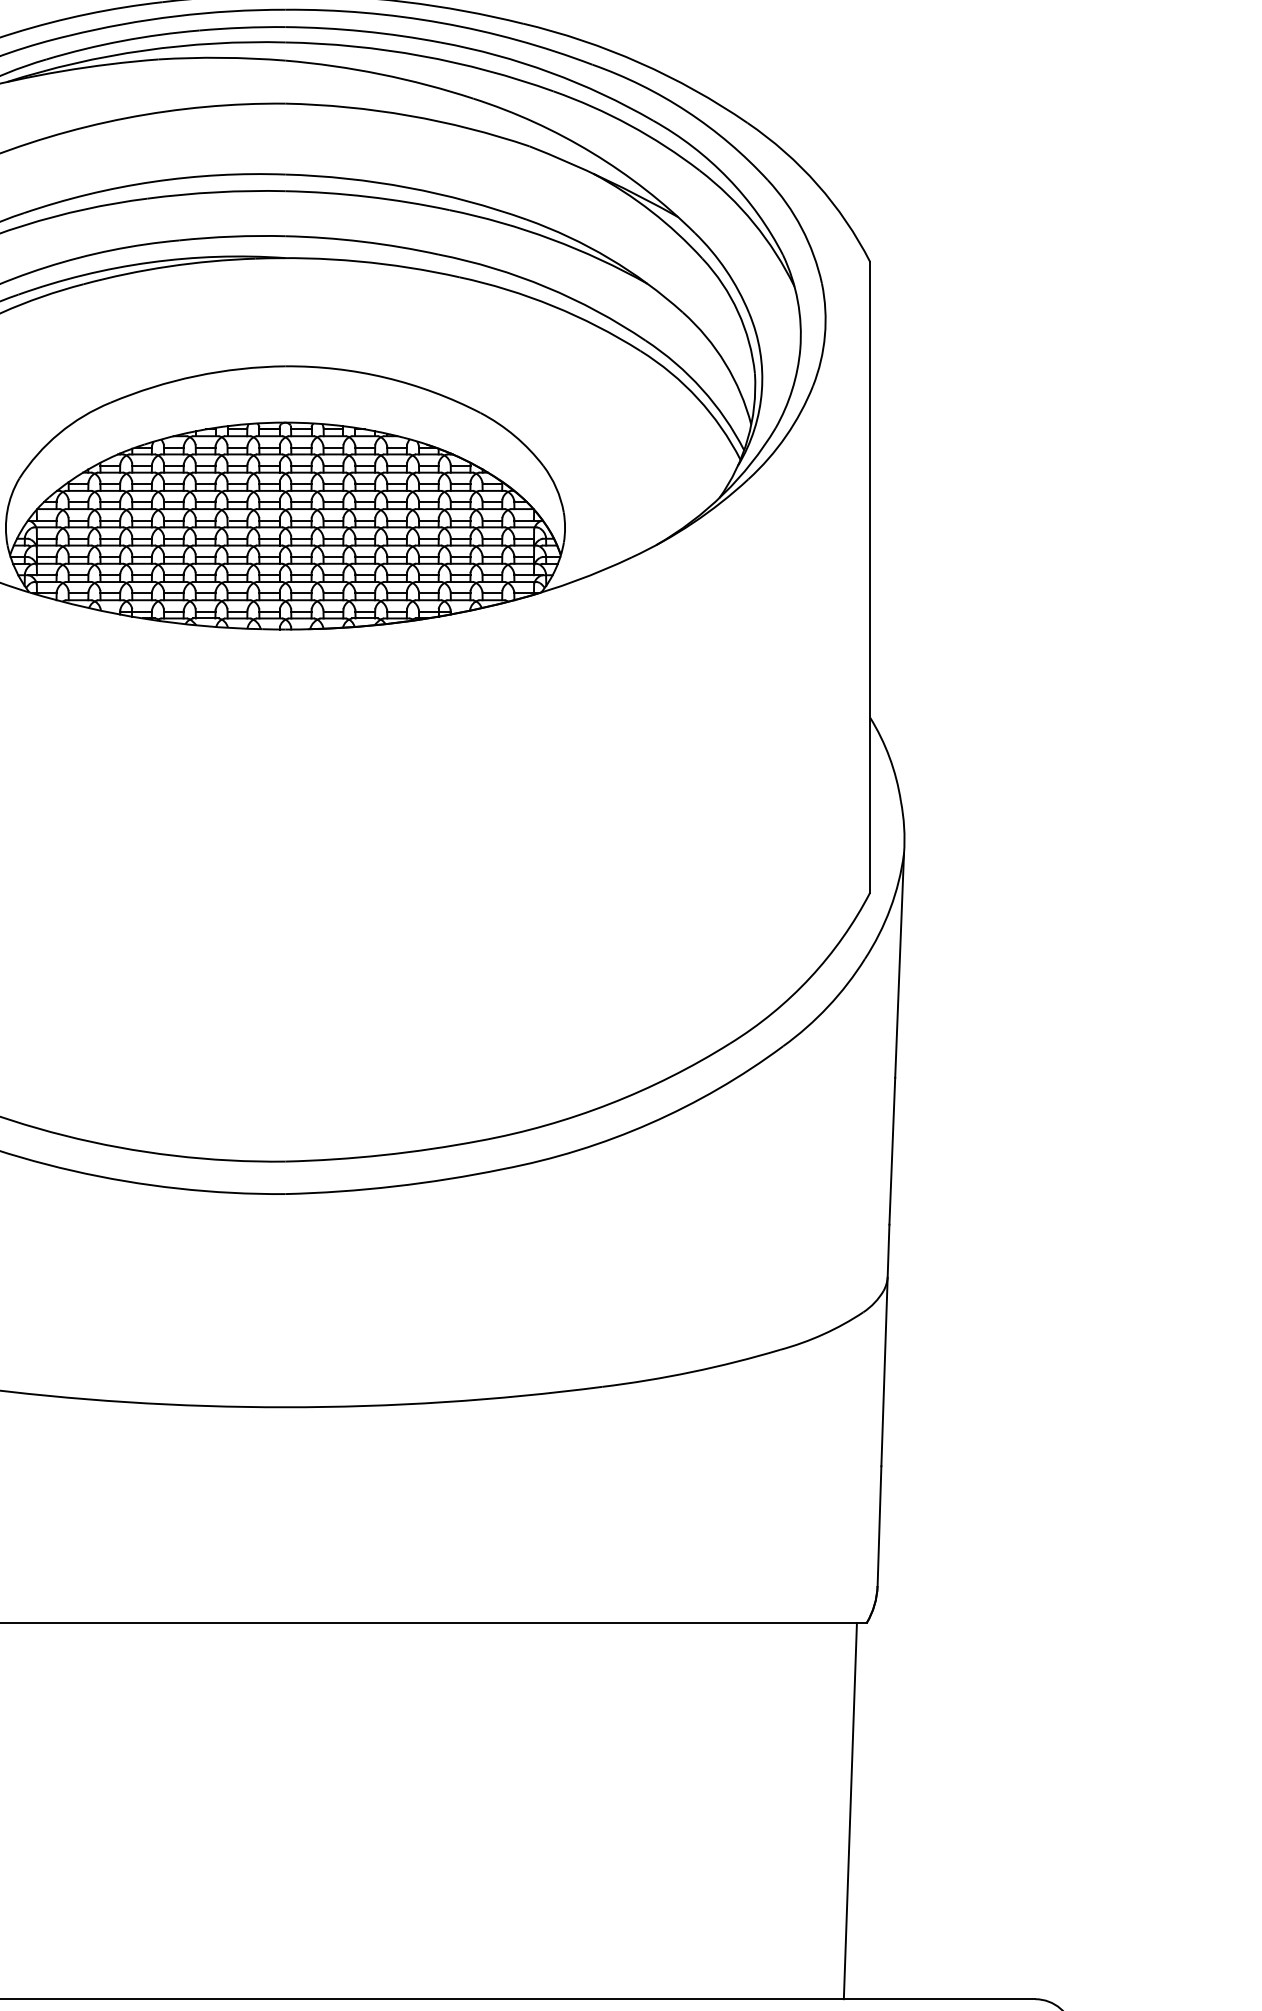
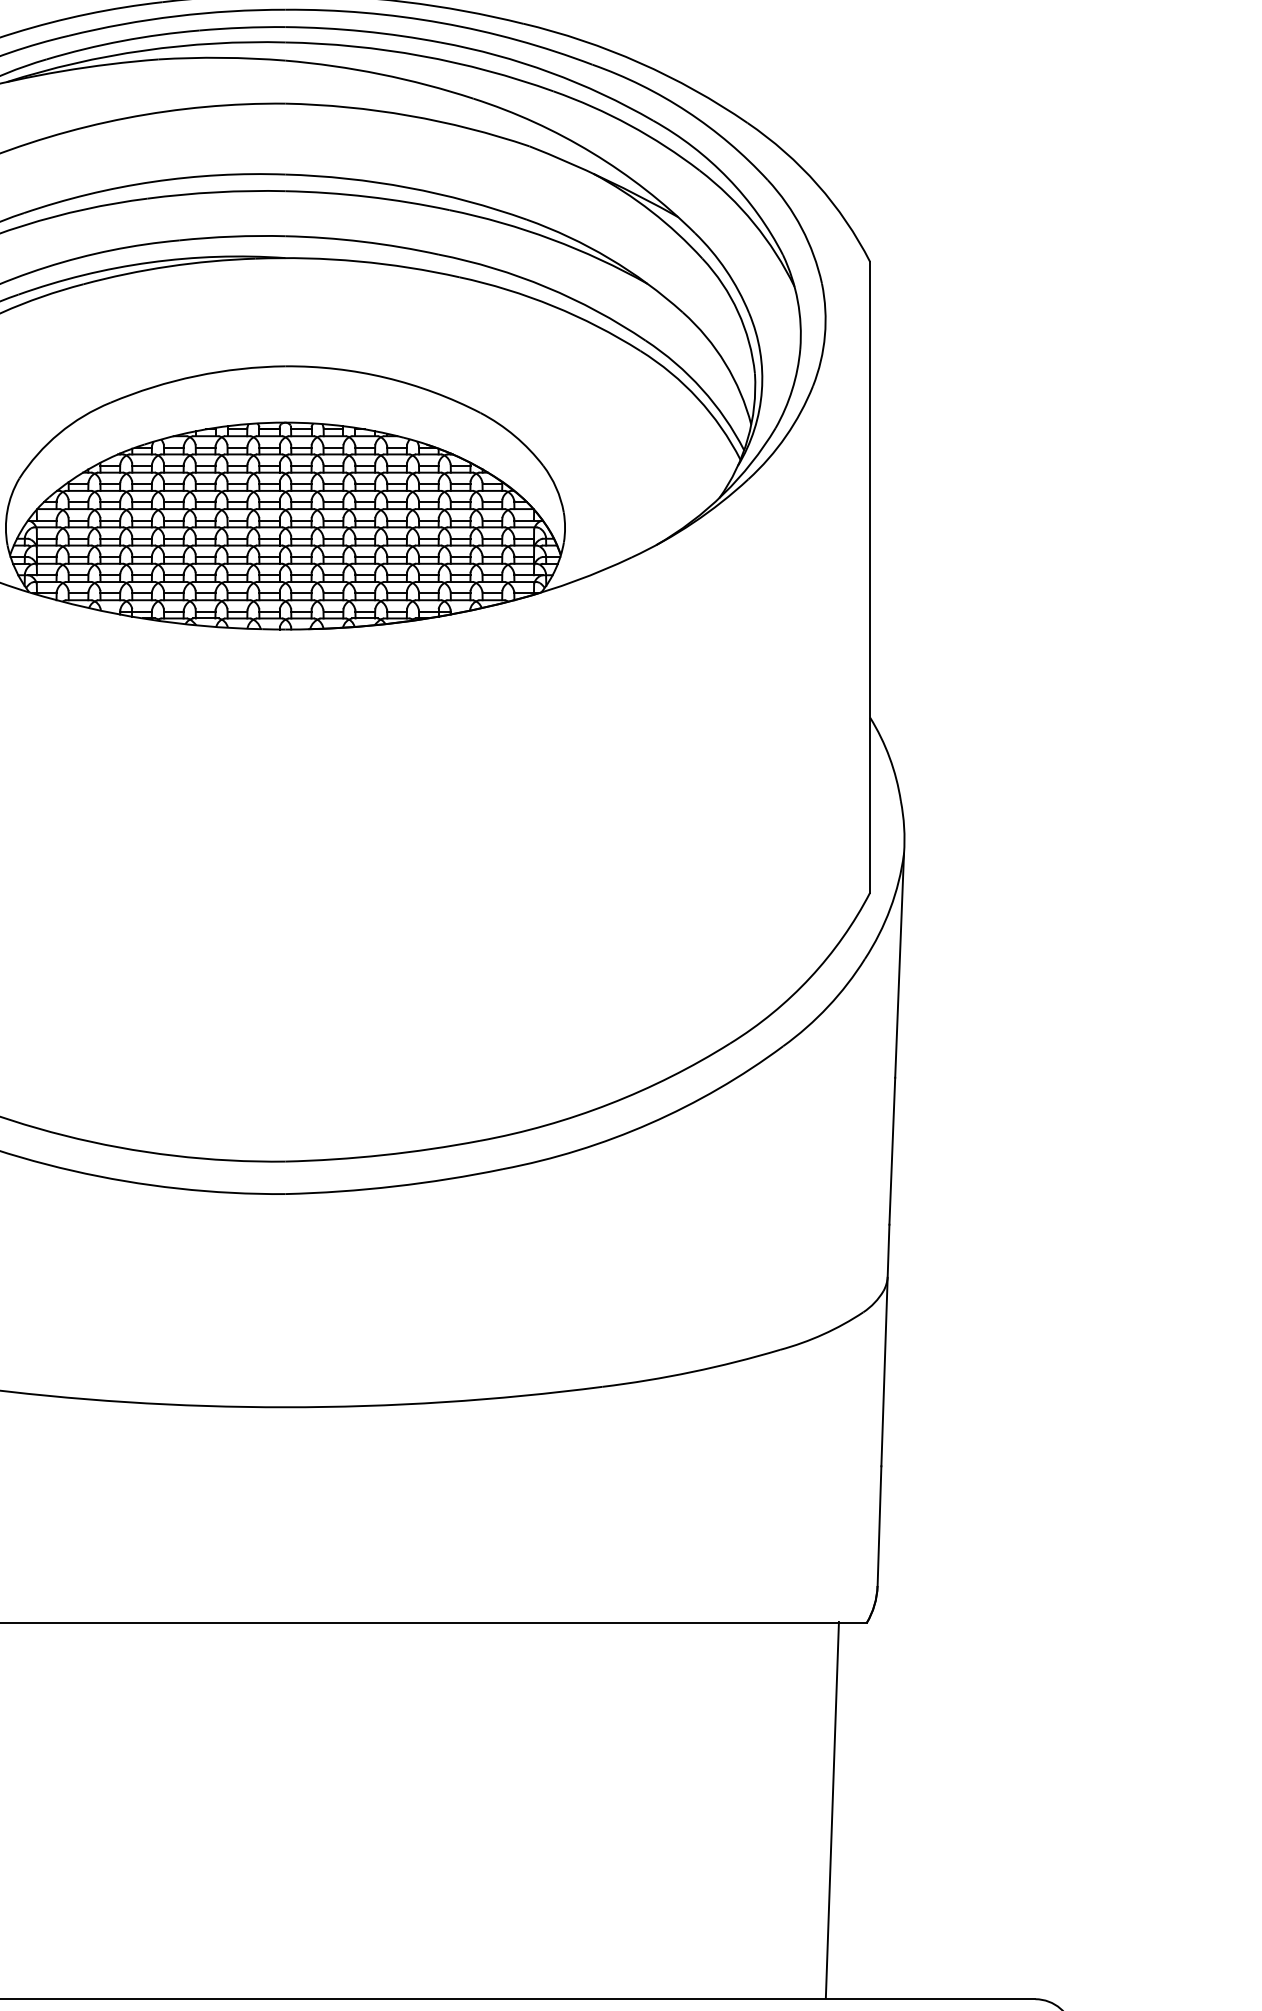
line at (849, 1810) position: (849, 1810) -> (831, 1809)
